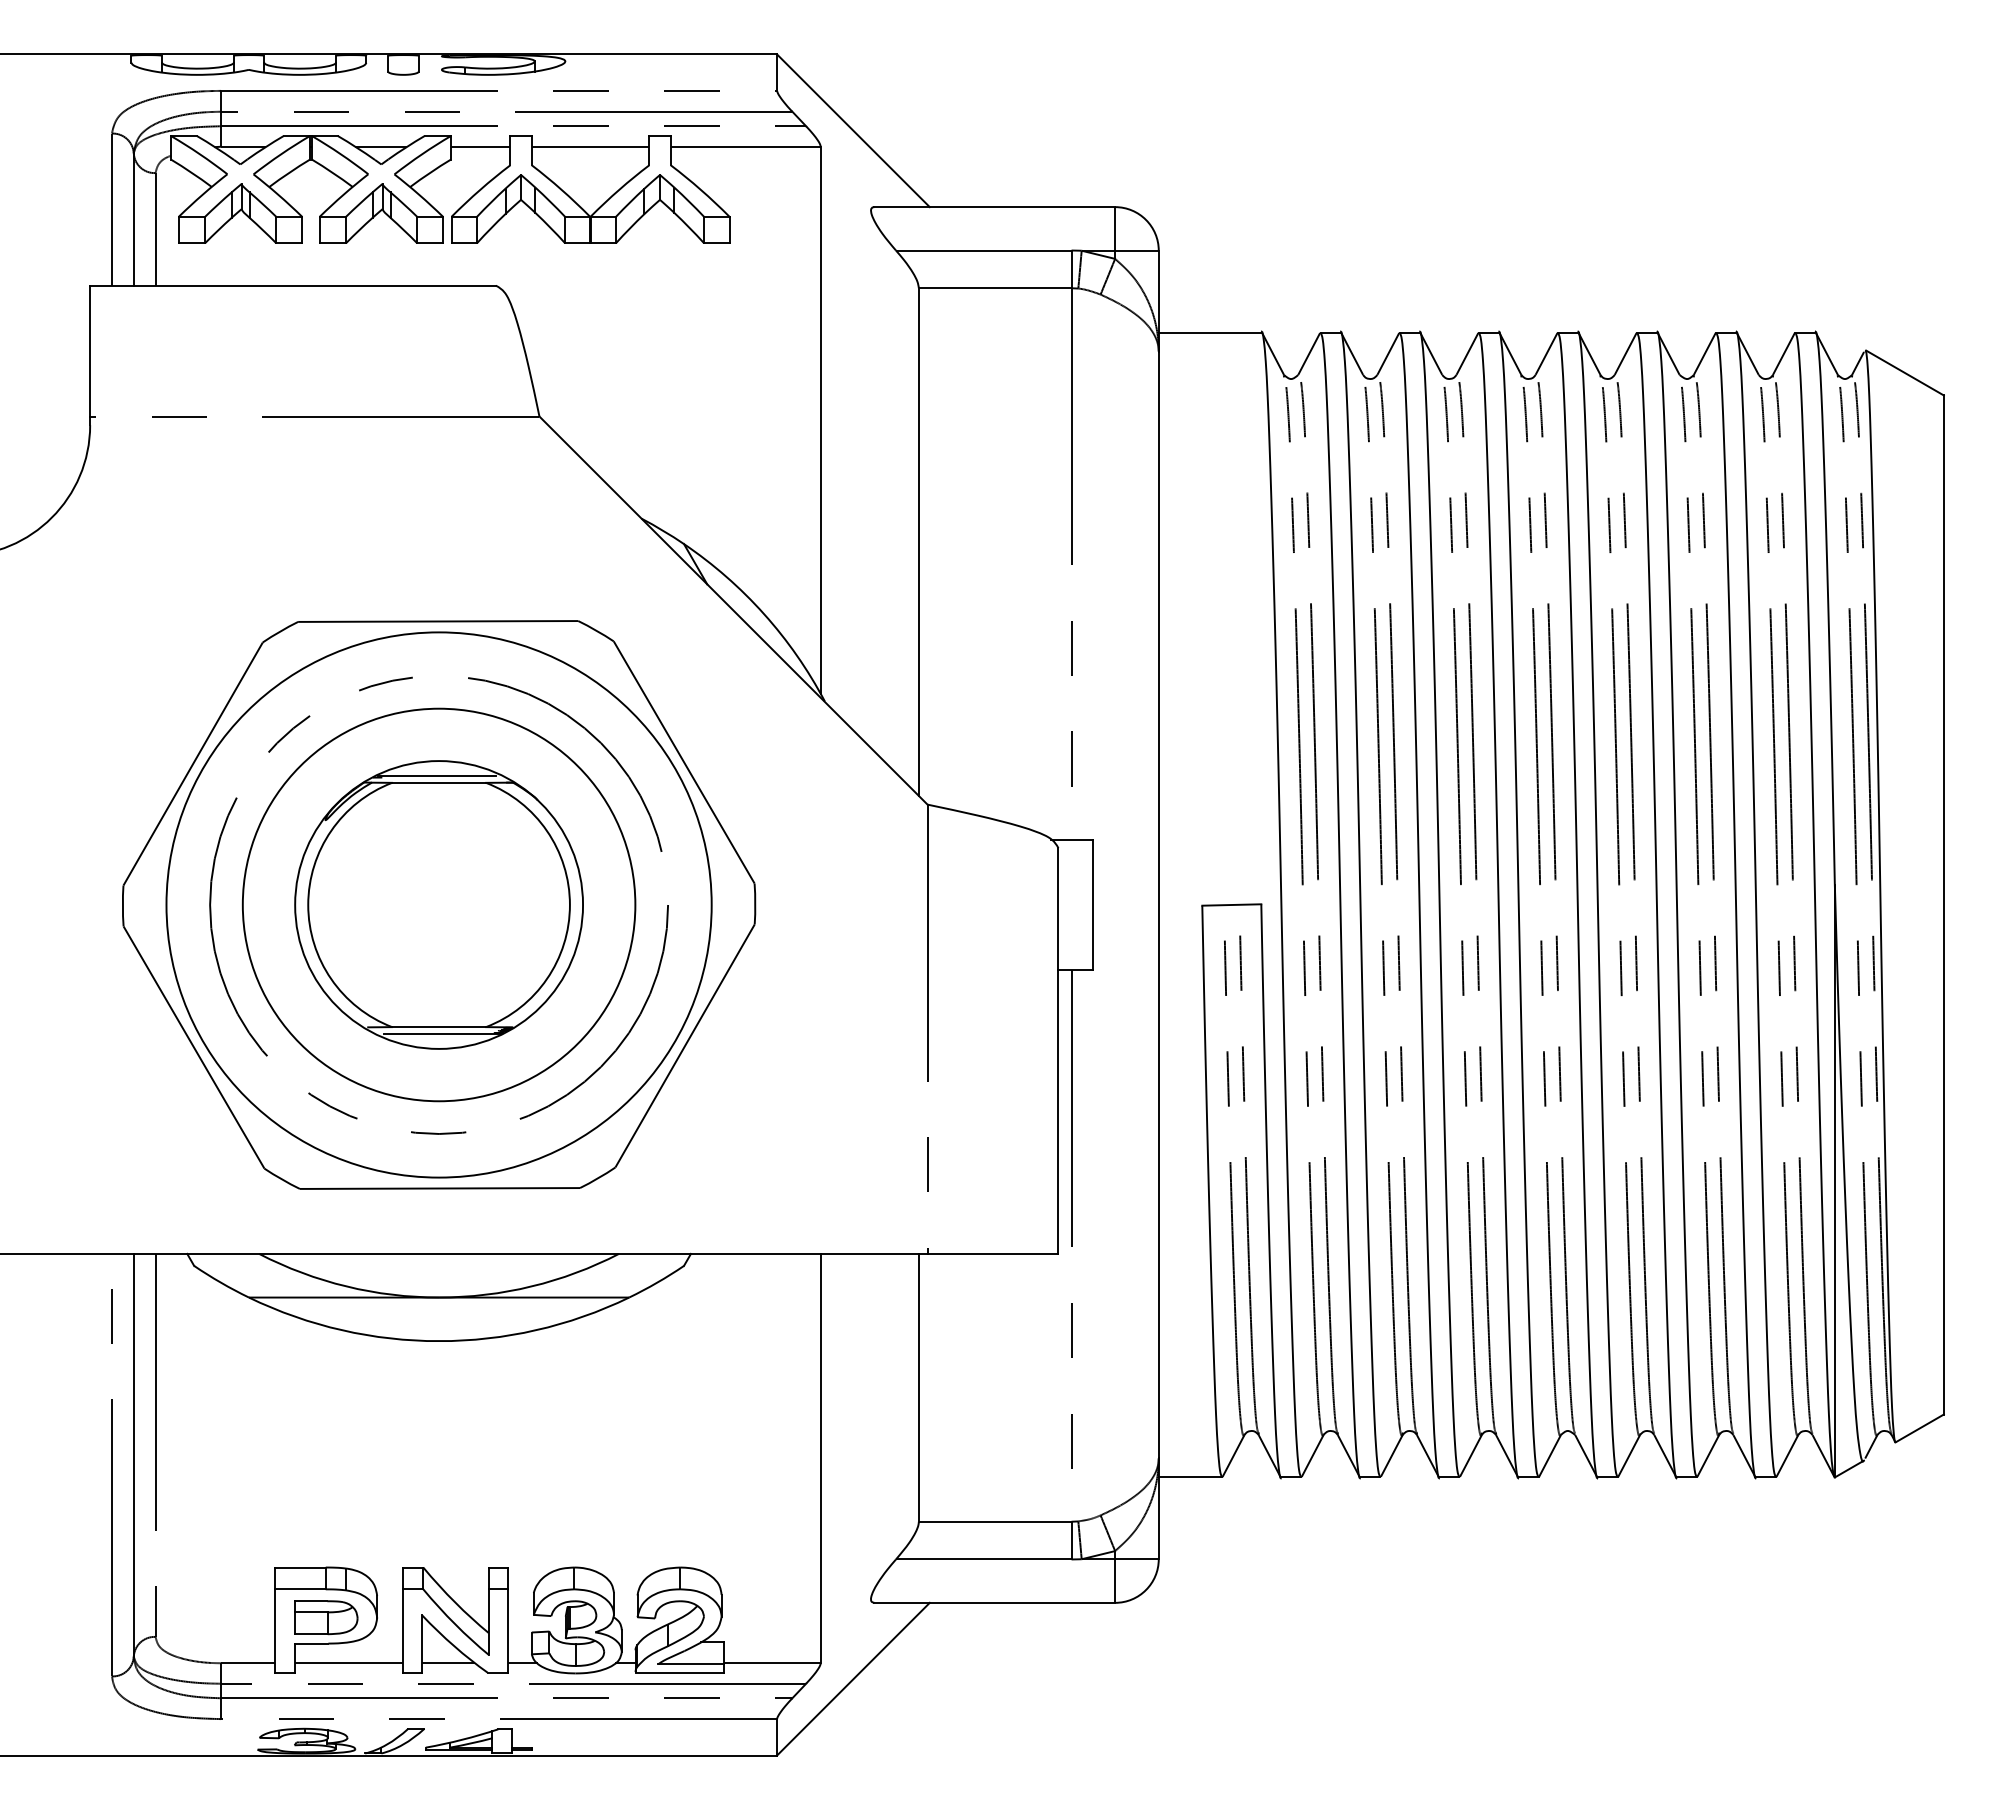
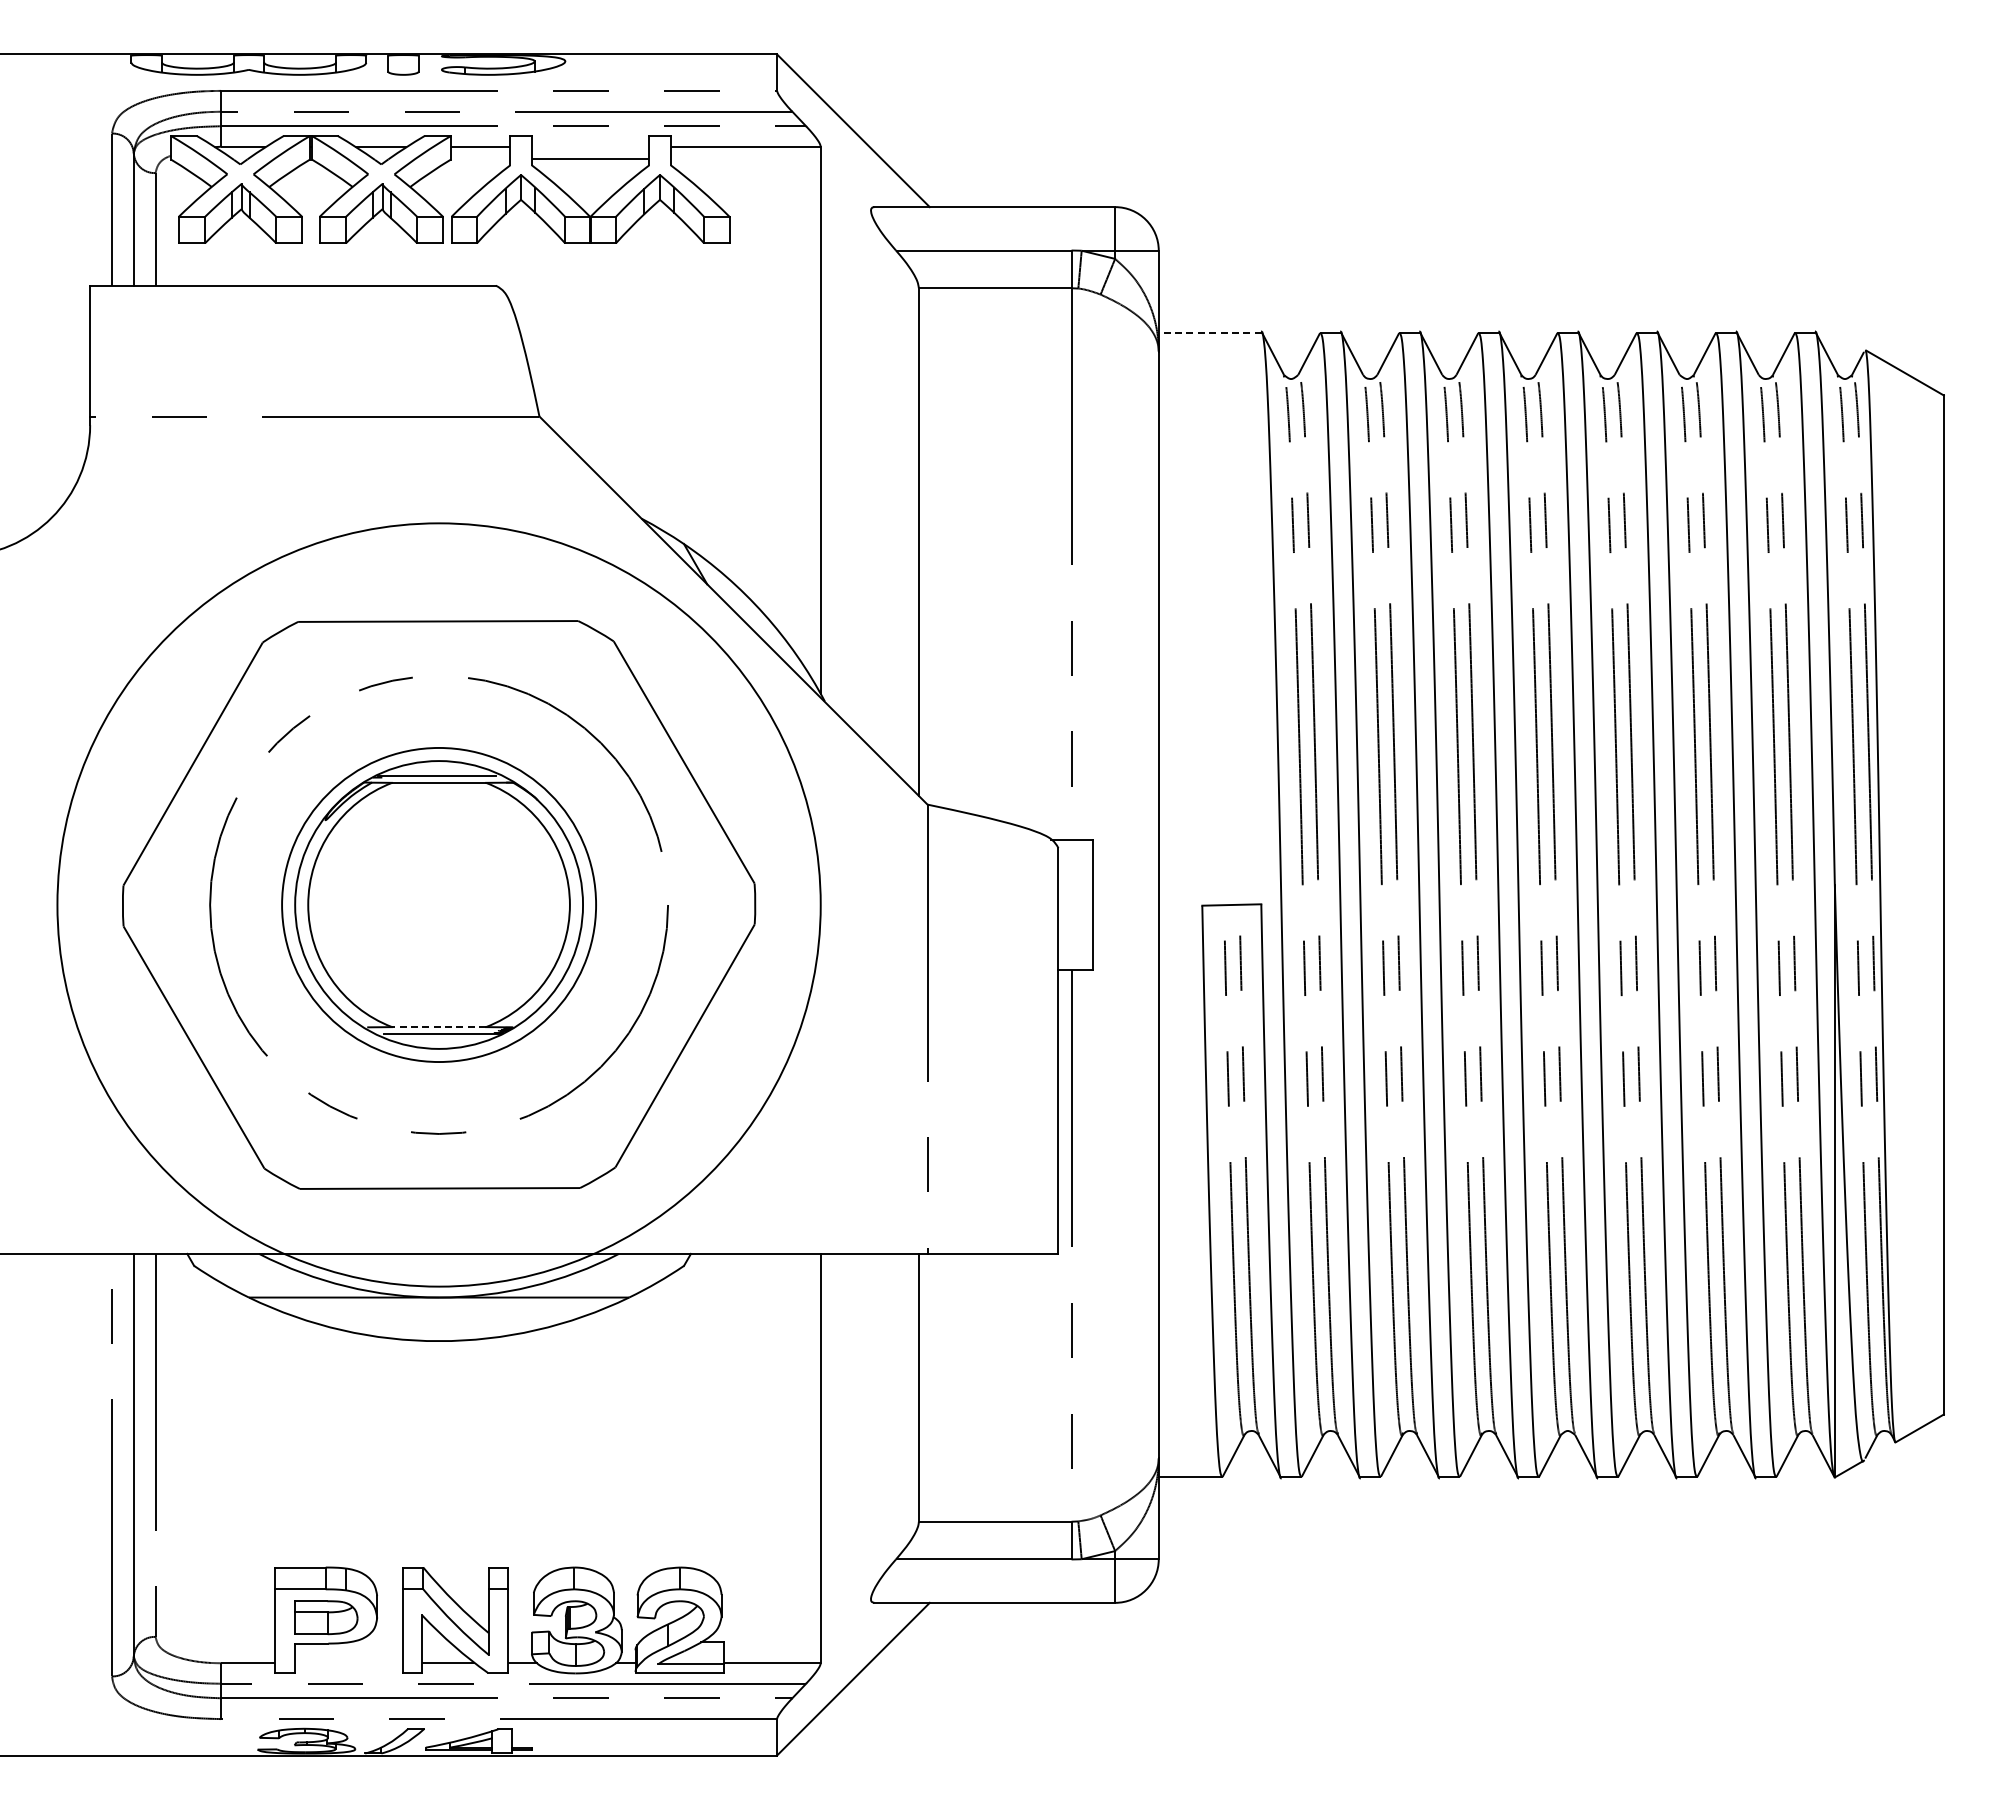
line at (590, 146) position: (590, 146) -> (590, 158)
line at (1209, 332): solid -> dashed
circle at (438, 904) diameter: 393 px -> 314 px
circle at (438, 904) diameter: 545 px -> 763 px
line at (439, 1027): solid -> dashed
line at (348, 1663): present -> none
